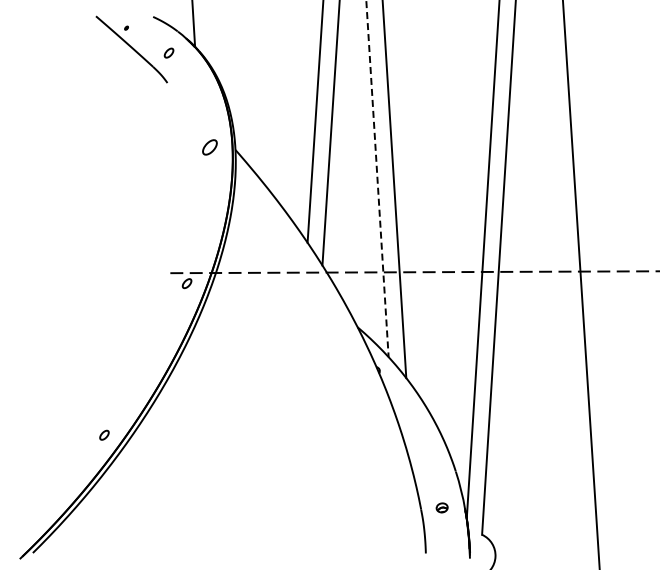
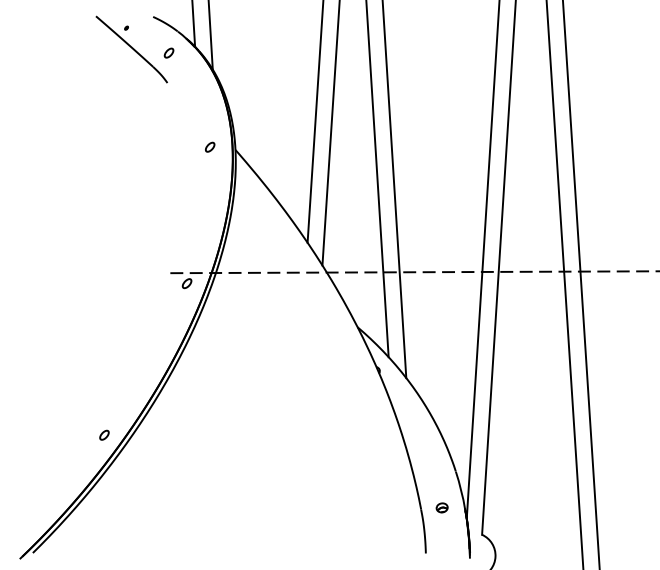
line at (210, 35): none -> present
part at (209, 147) size: 16x17 px -> 11x12 px
line at (377, 178): dashed -> solid
line at (564, 284): none -> present
